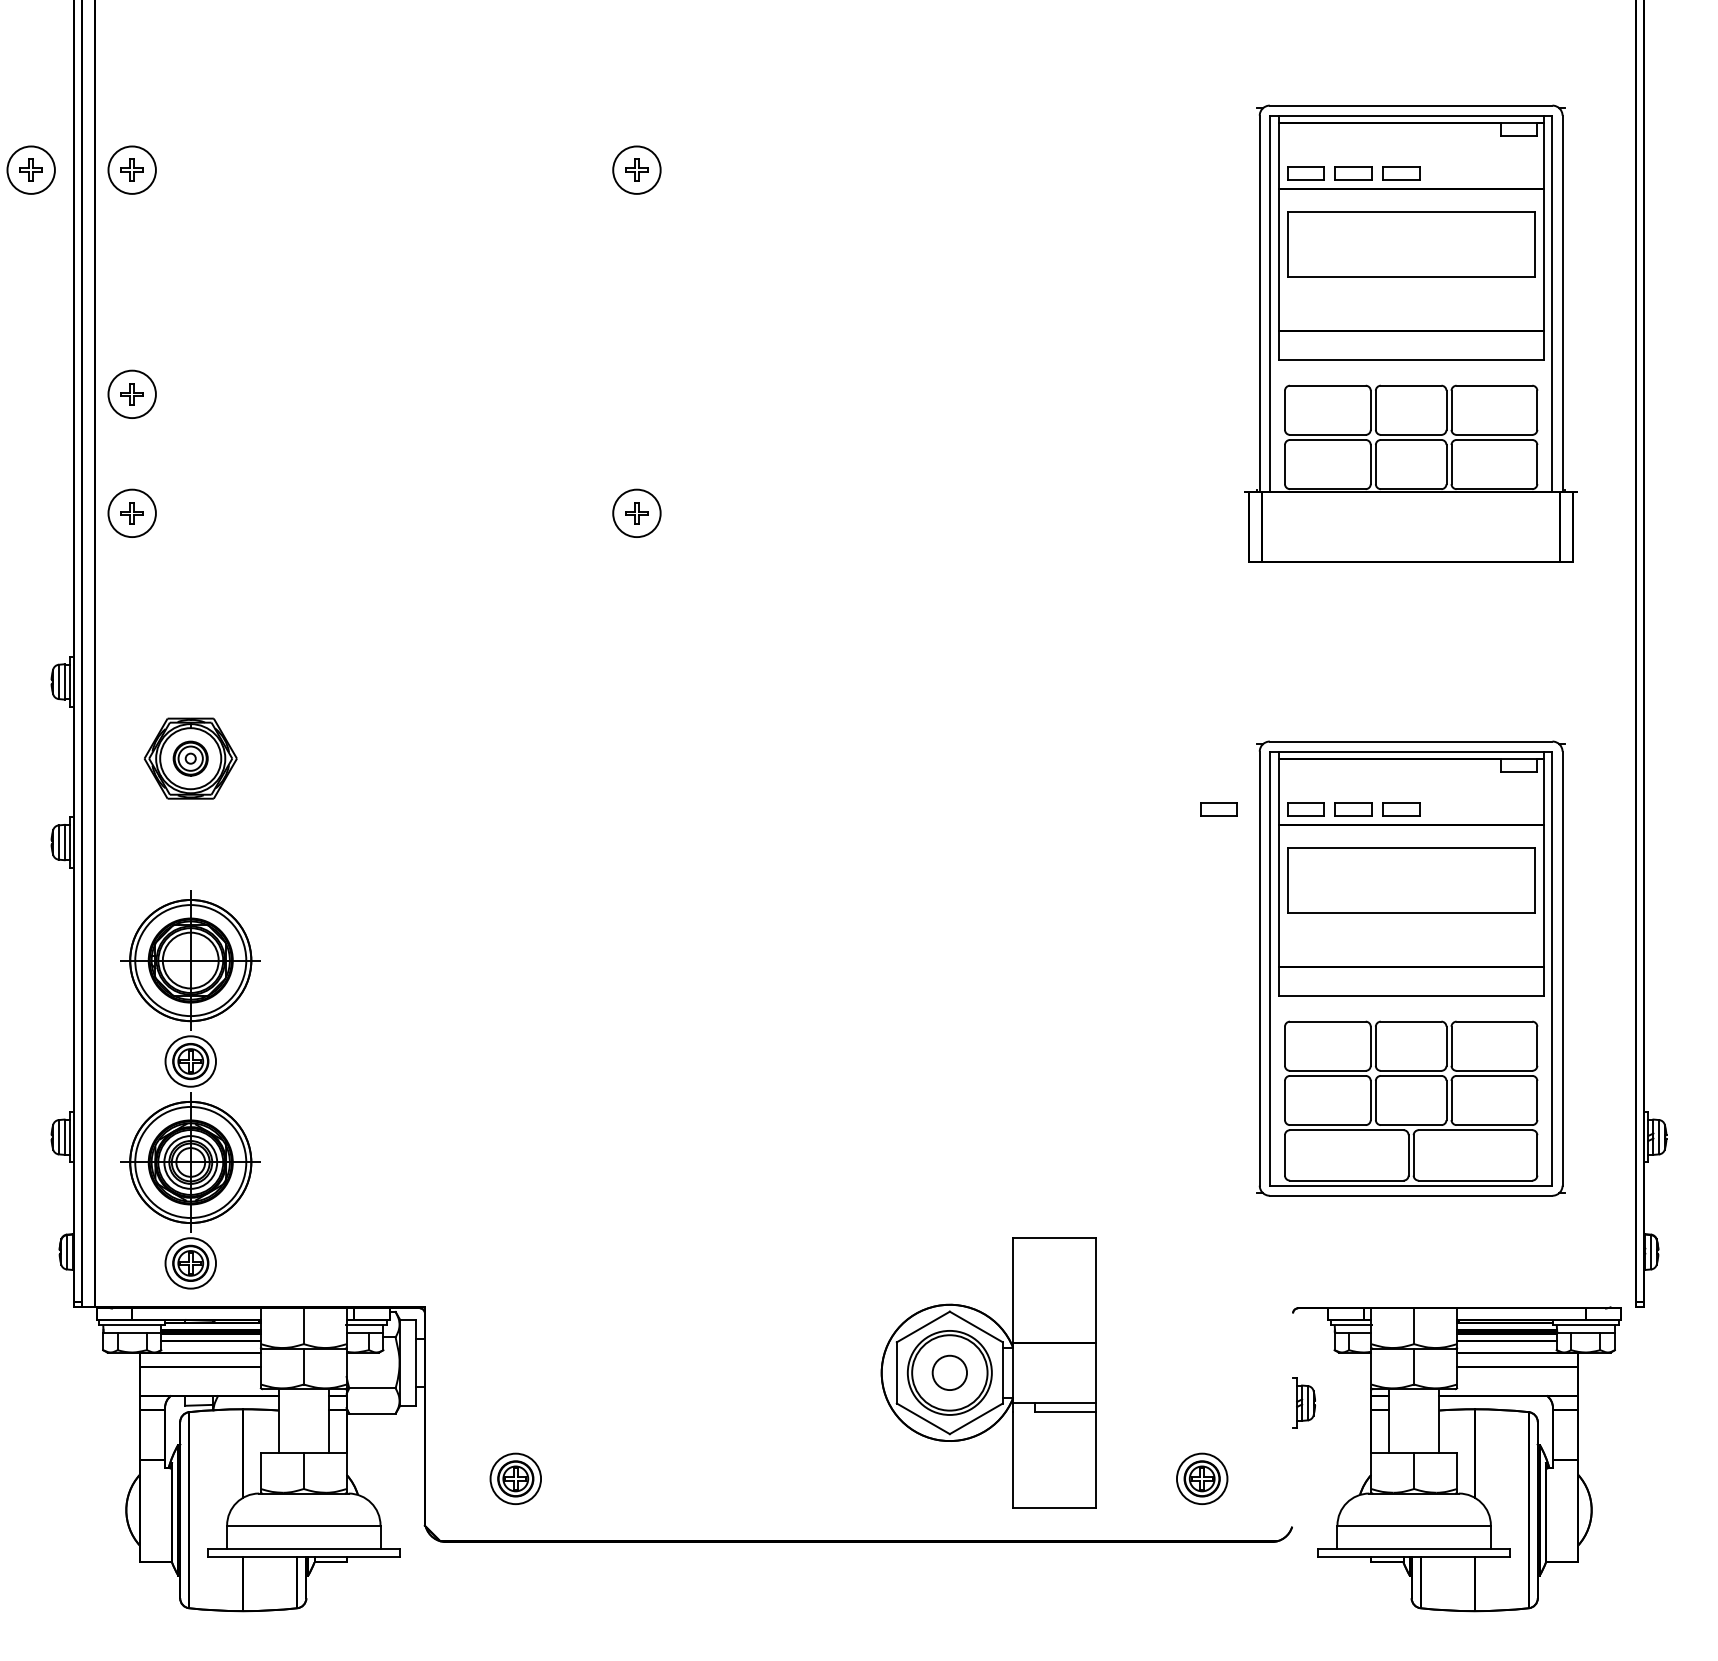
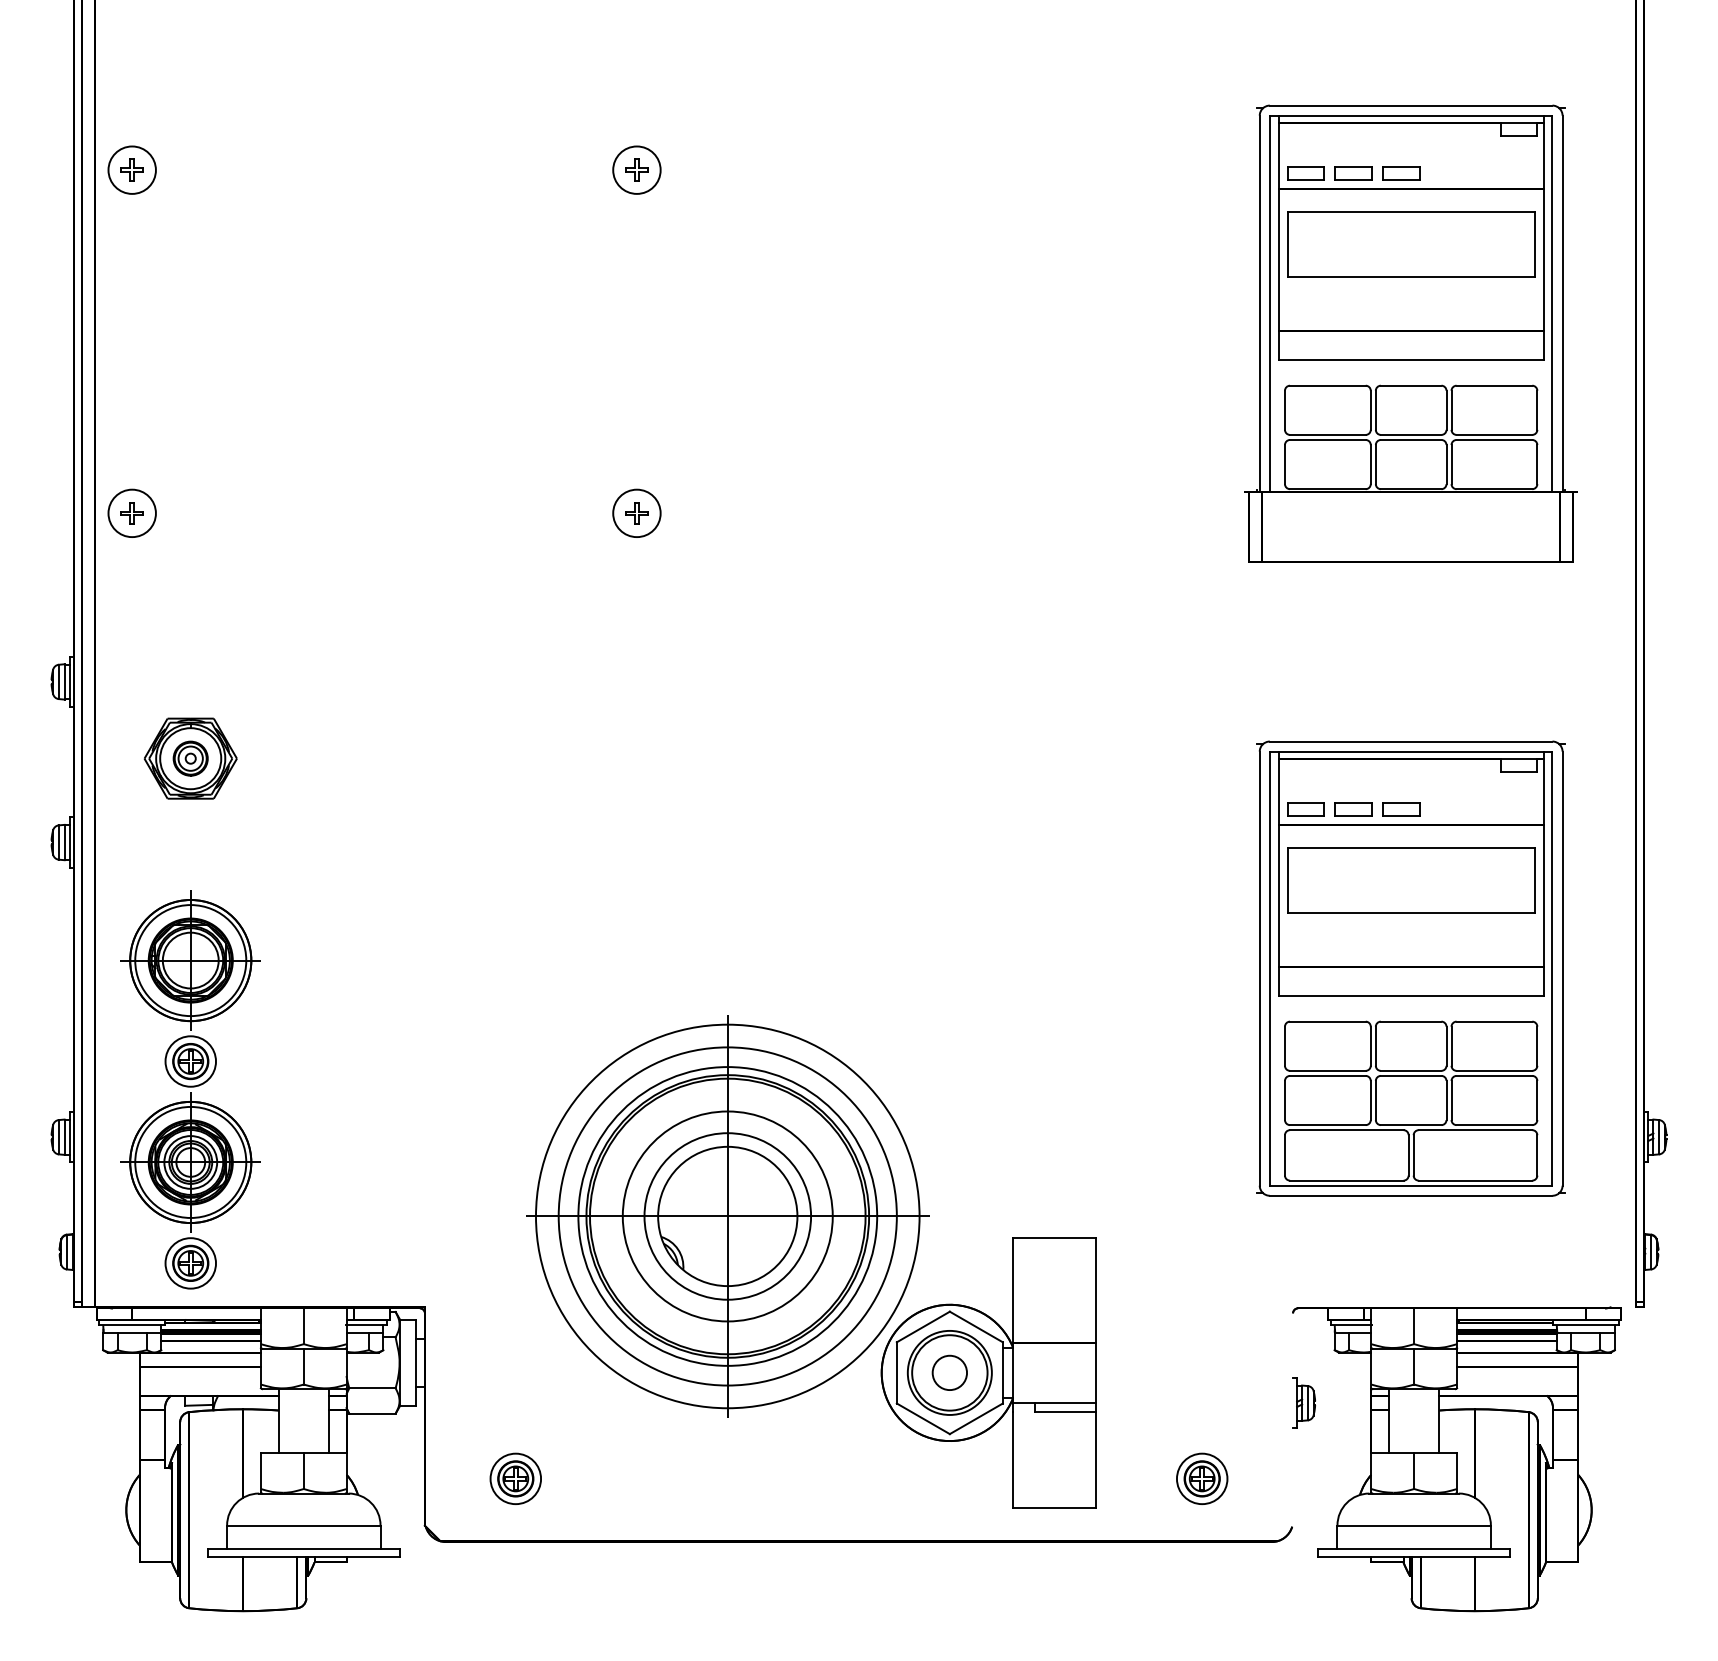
part at (30, 169): present -> none
part at (131, 393): present -> none
part at (1218, 809): present -> none
part at (727, 1216): none -> present
